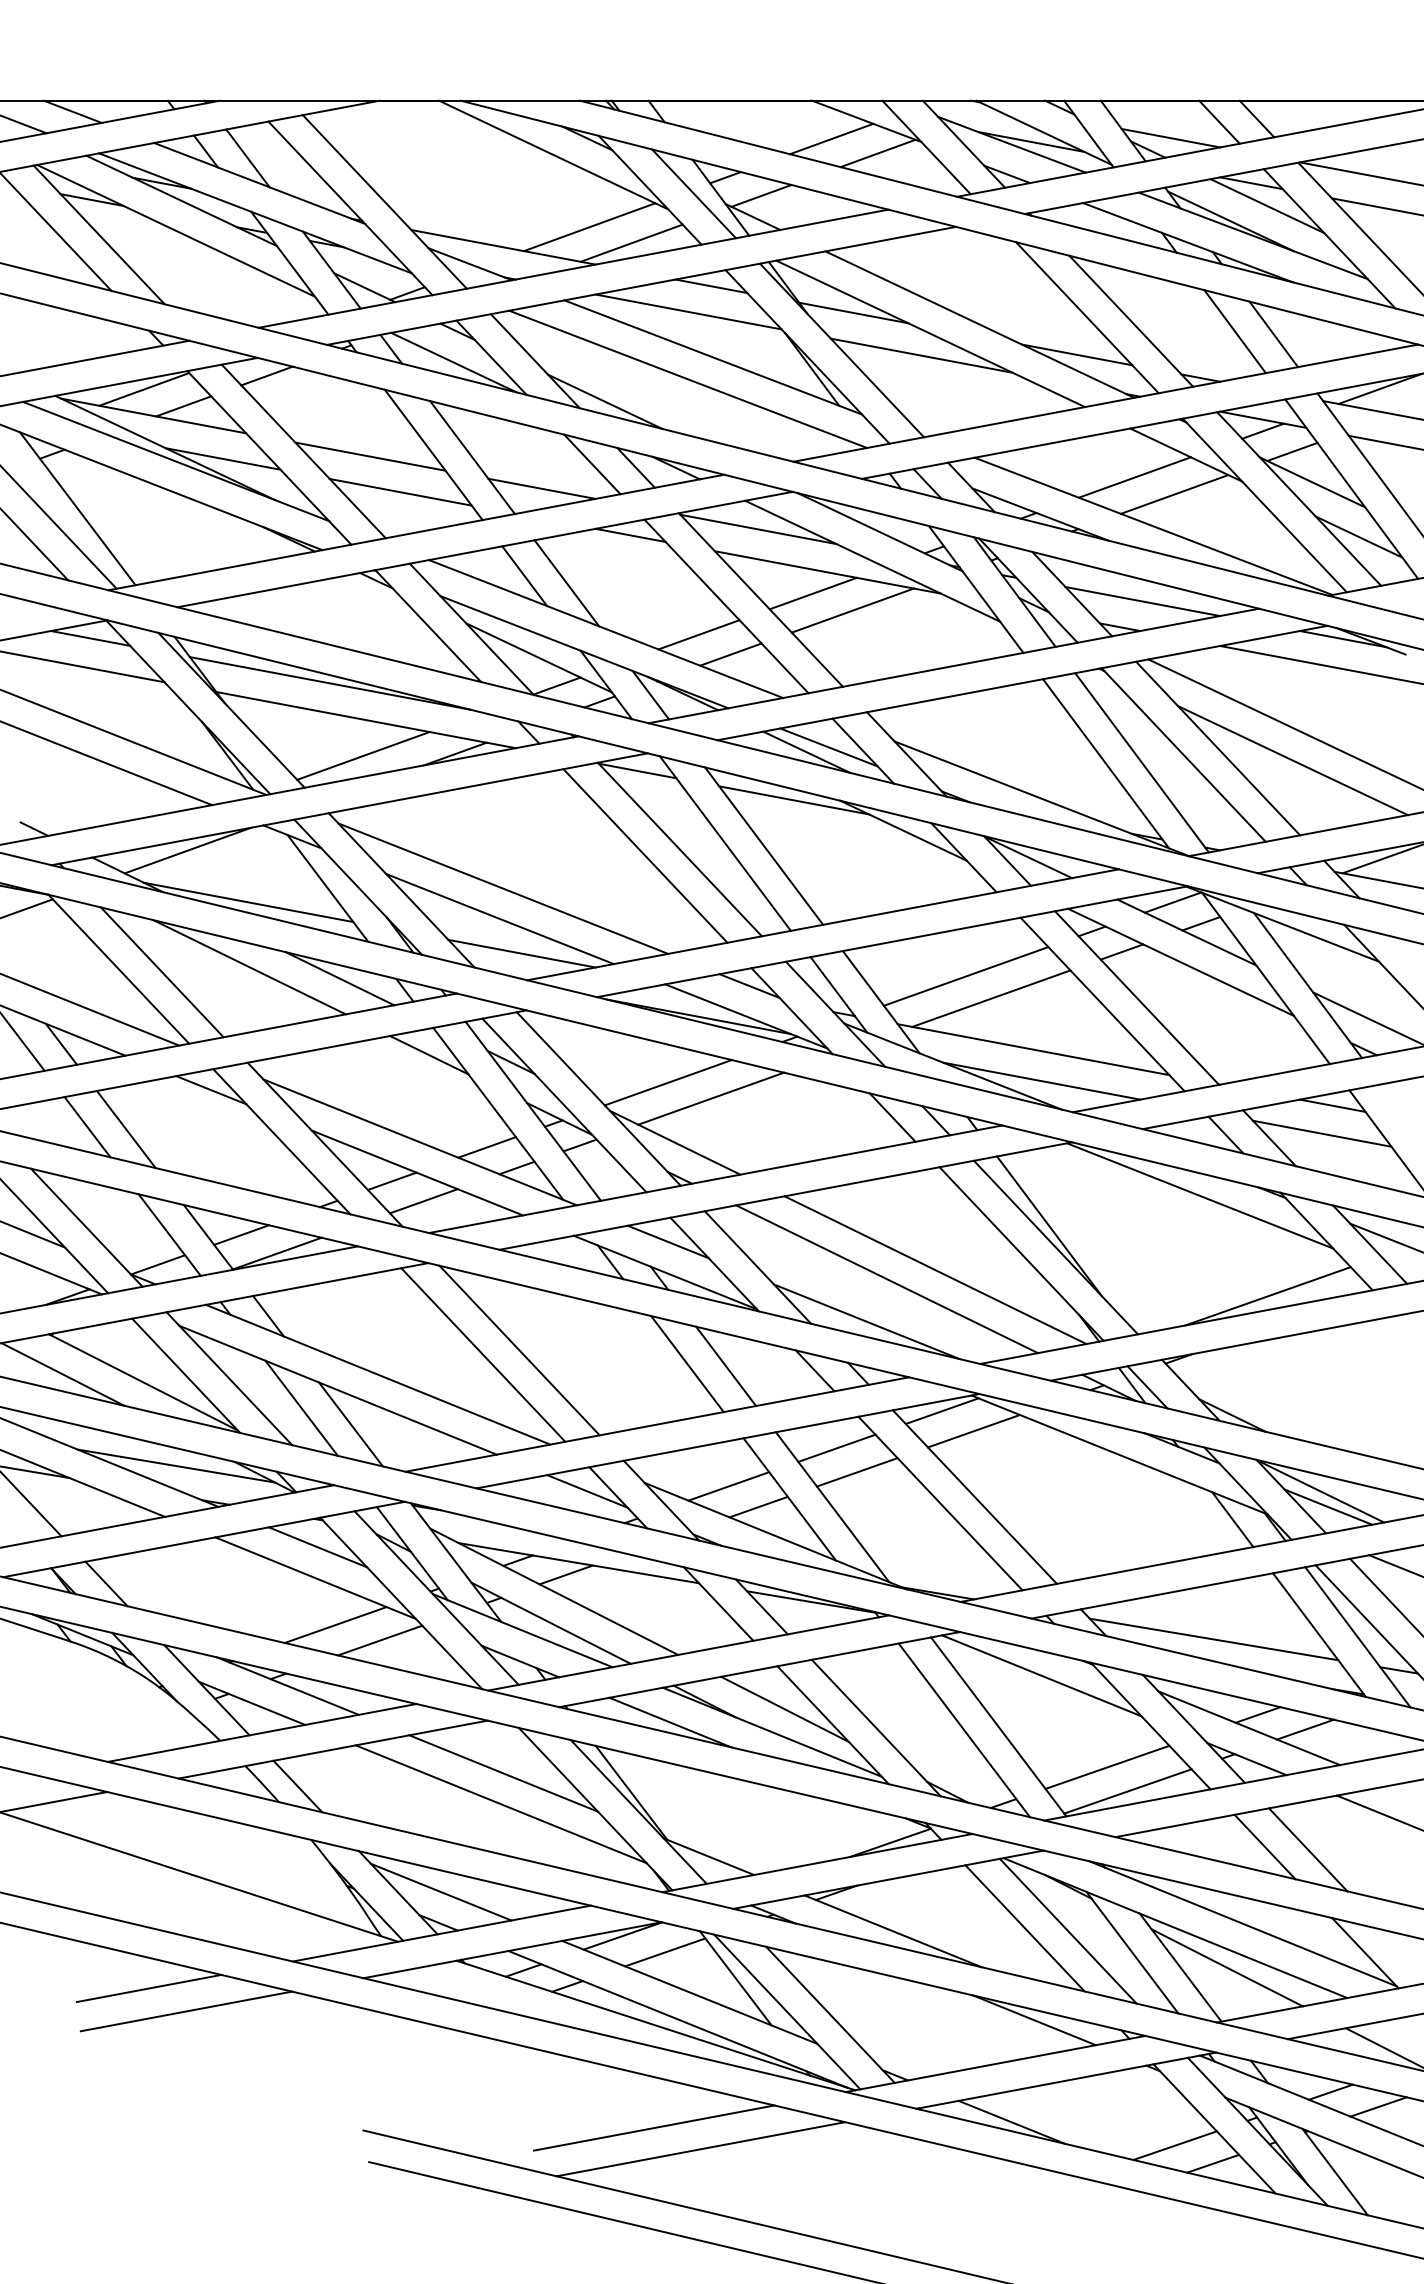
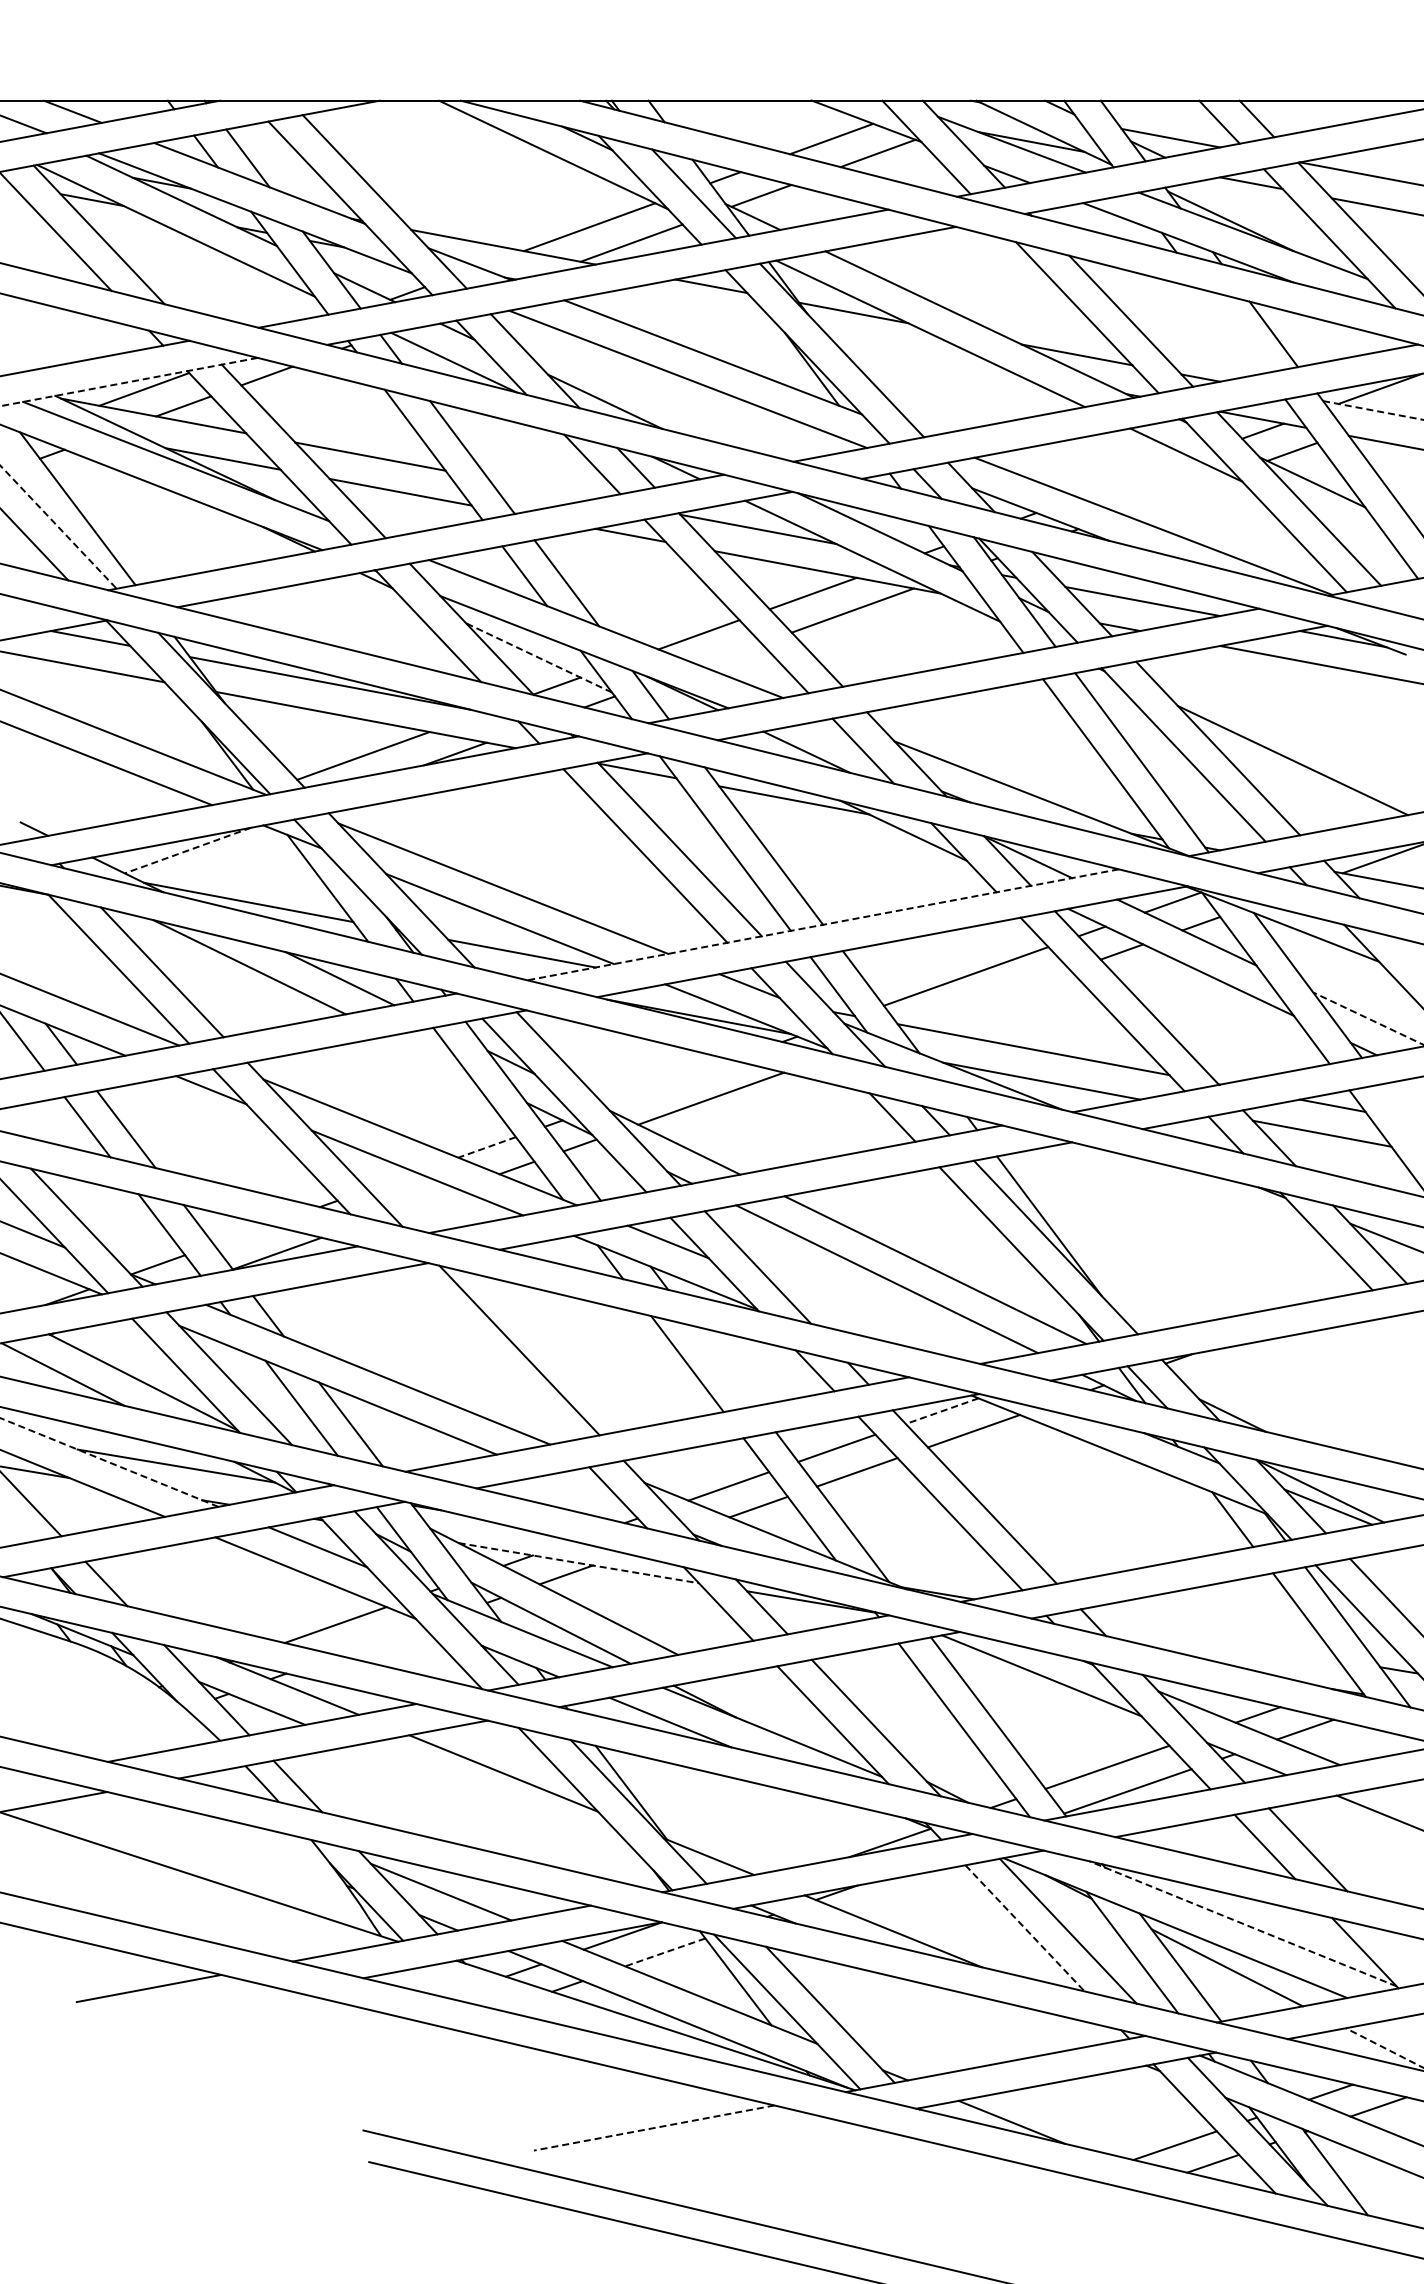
line at (1267, 206): present -> none
line at (688, 311): present -> none
line at (1234, 331): present -> none
line at (921, 355): present -> none
line at (129, 382): solid -> dashed
line at (1373, 410): solid -> dashed
line at (1134, 477): present -> none
line at (541, 488): present -> none
line at (1174, 494): present -> none
line at (58, 527): solid -> dashed
line at (1358, 536): present -> none
line at (730, 654): present -> none
line at (539, 657): solid -> dashed
line at (1284, 723): present -> none
line at (828, 747): present -> none
line at (187, 850): solid -> dashed
line at (27, 908): present -> none
line at (823, 924): solid -> dashed
line at (991, 998): present -> none
line at (1368, 1018): solid -> dashed
line at (429, 1055): present -> none
line at (667, 1082): present -> none
line at (487, 1147): solid -> dashed
line at (391, 1180): present -> none
line at (1200, 1195): present -> none
line at (423, 1201): present -> none
line at (241, 1234): present -> none
line at (1267, 1296): present -> none
line at (866, 1321): present -> none
line at (483, 1354): present -> none
line at (726, 1366): present -> none
line at (942, 1411): solid -> dashed
line at (109, 1462): solid -> dashed
line at (587, 1491): present -> none
line at (578, 1563): solid -> dashed
line at (1394, 1565): present -> none
line at (1213, 1639): present -> none
line at (380, 1640): present -> none
line at (784, 1709): present -> none
line at (500, 1804): present -> none
line at (1243, 1923): solid -> dashed
line at (1025, 1928): solid -> dashed
line at (664, 1952): solid -> dashed
line at (186, 2011): present -> none
line at (1034, 2020): present -> none
line at (1384, 2048): solid -> dashed
line at (653, 2128): solid -> dashed
line at (700, 2149): present -> none
